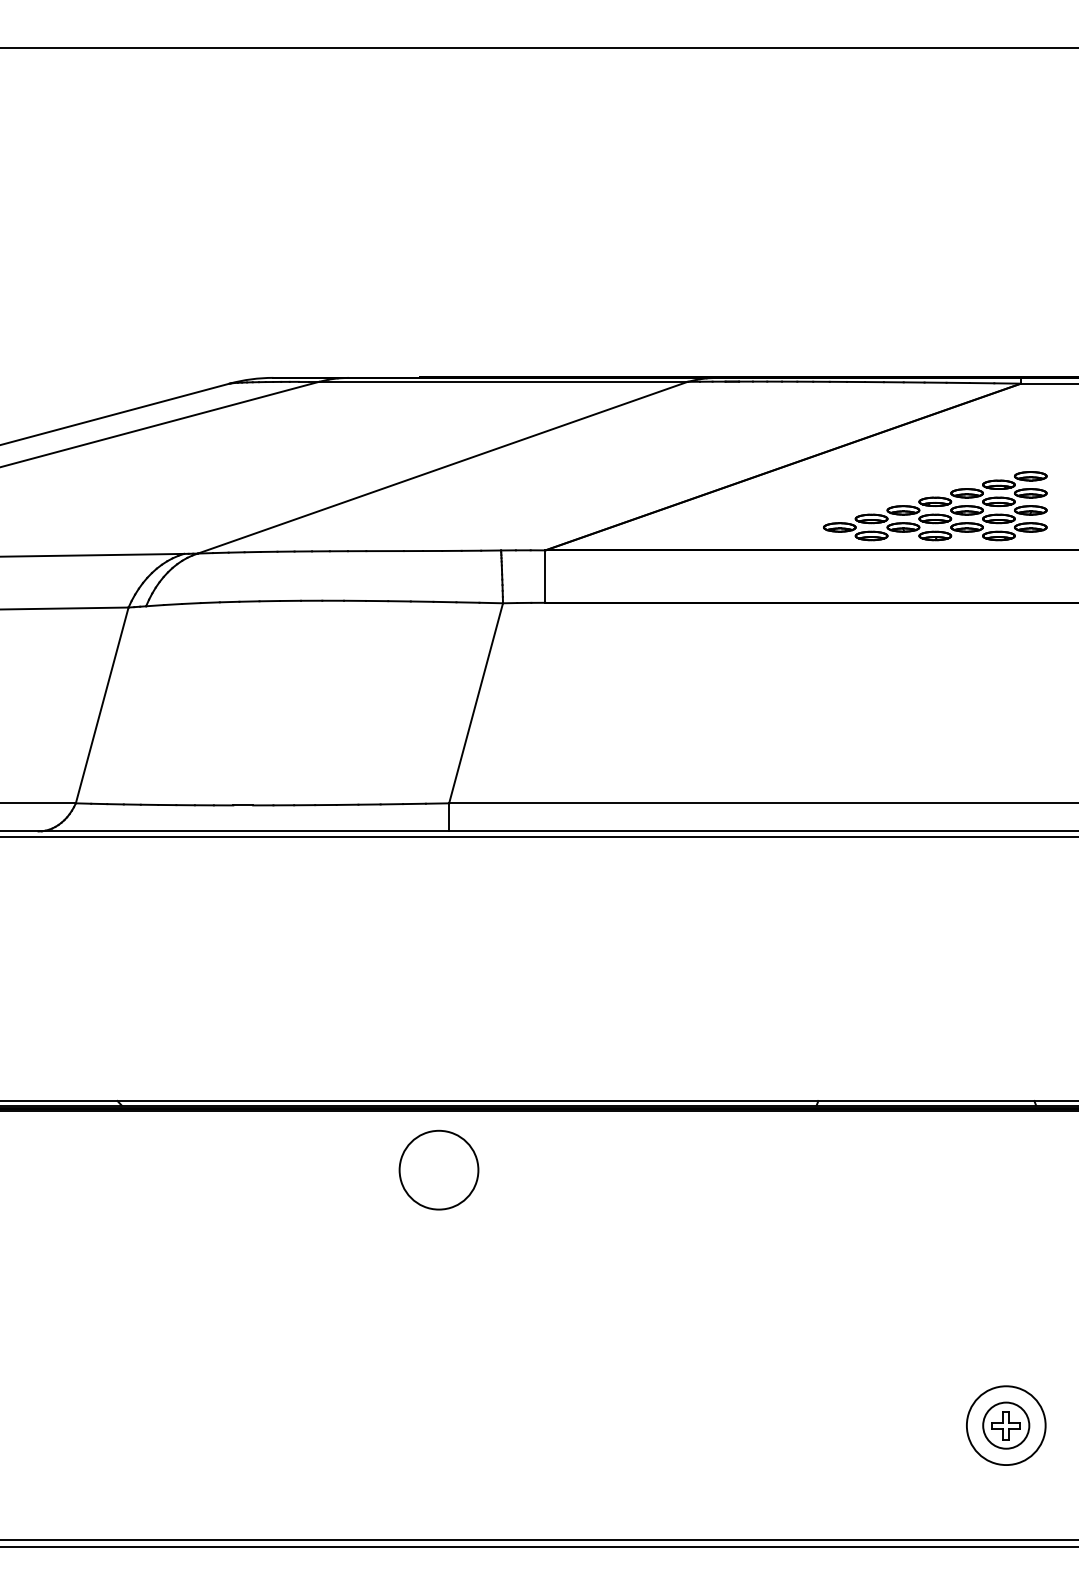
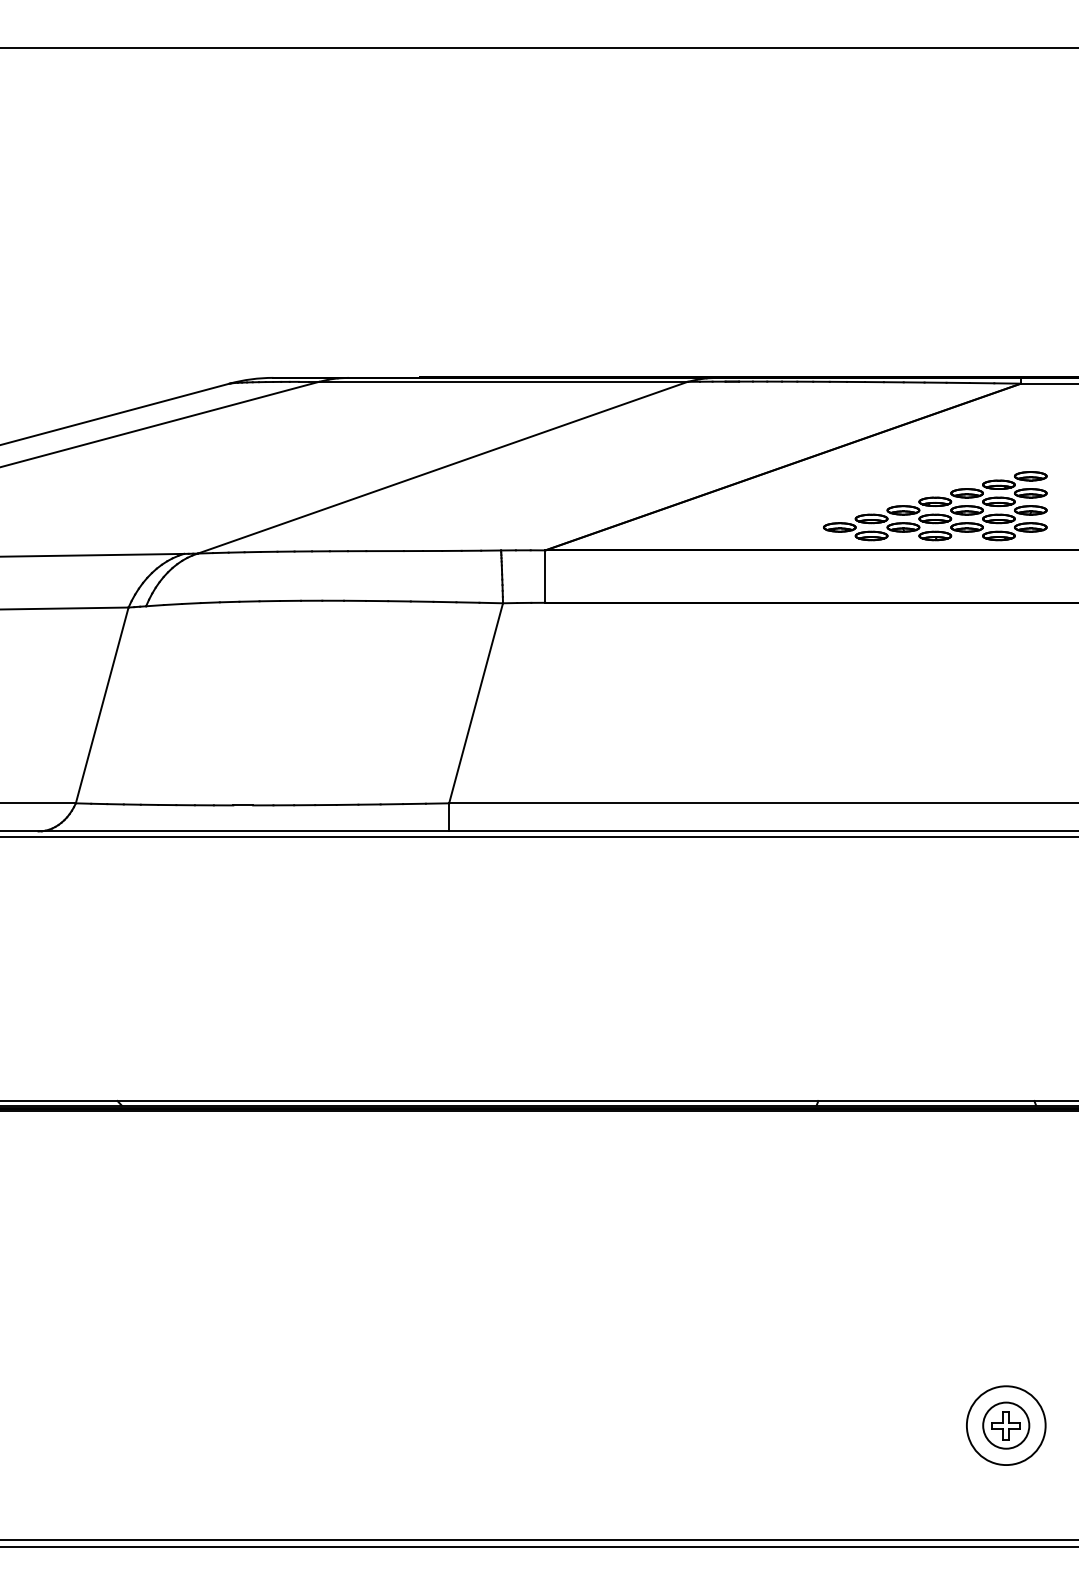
circle at (438, 1169): present -> none
